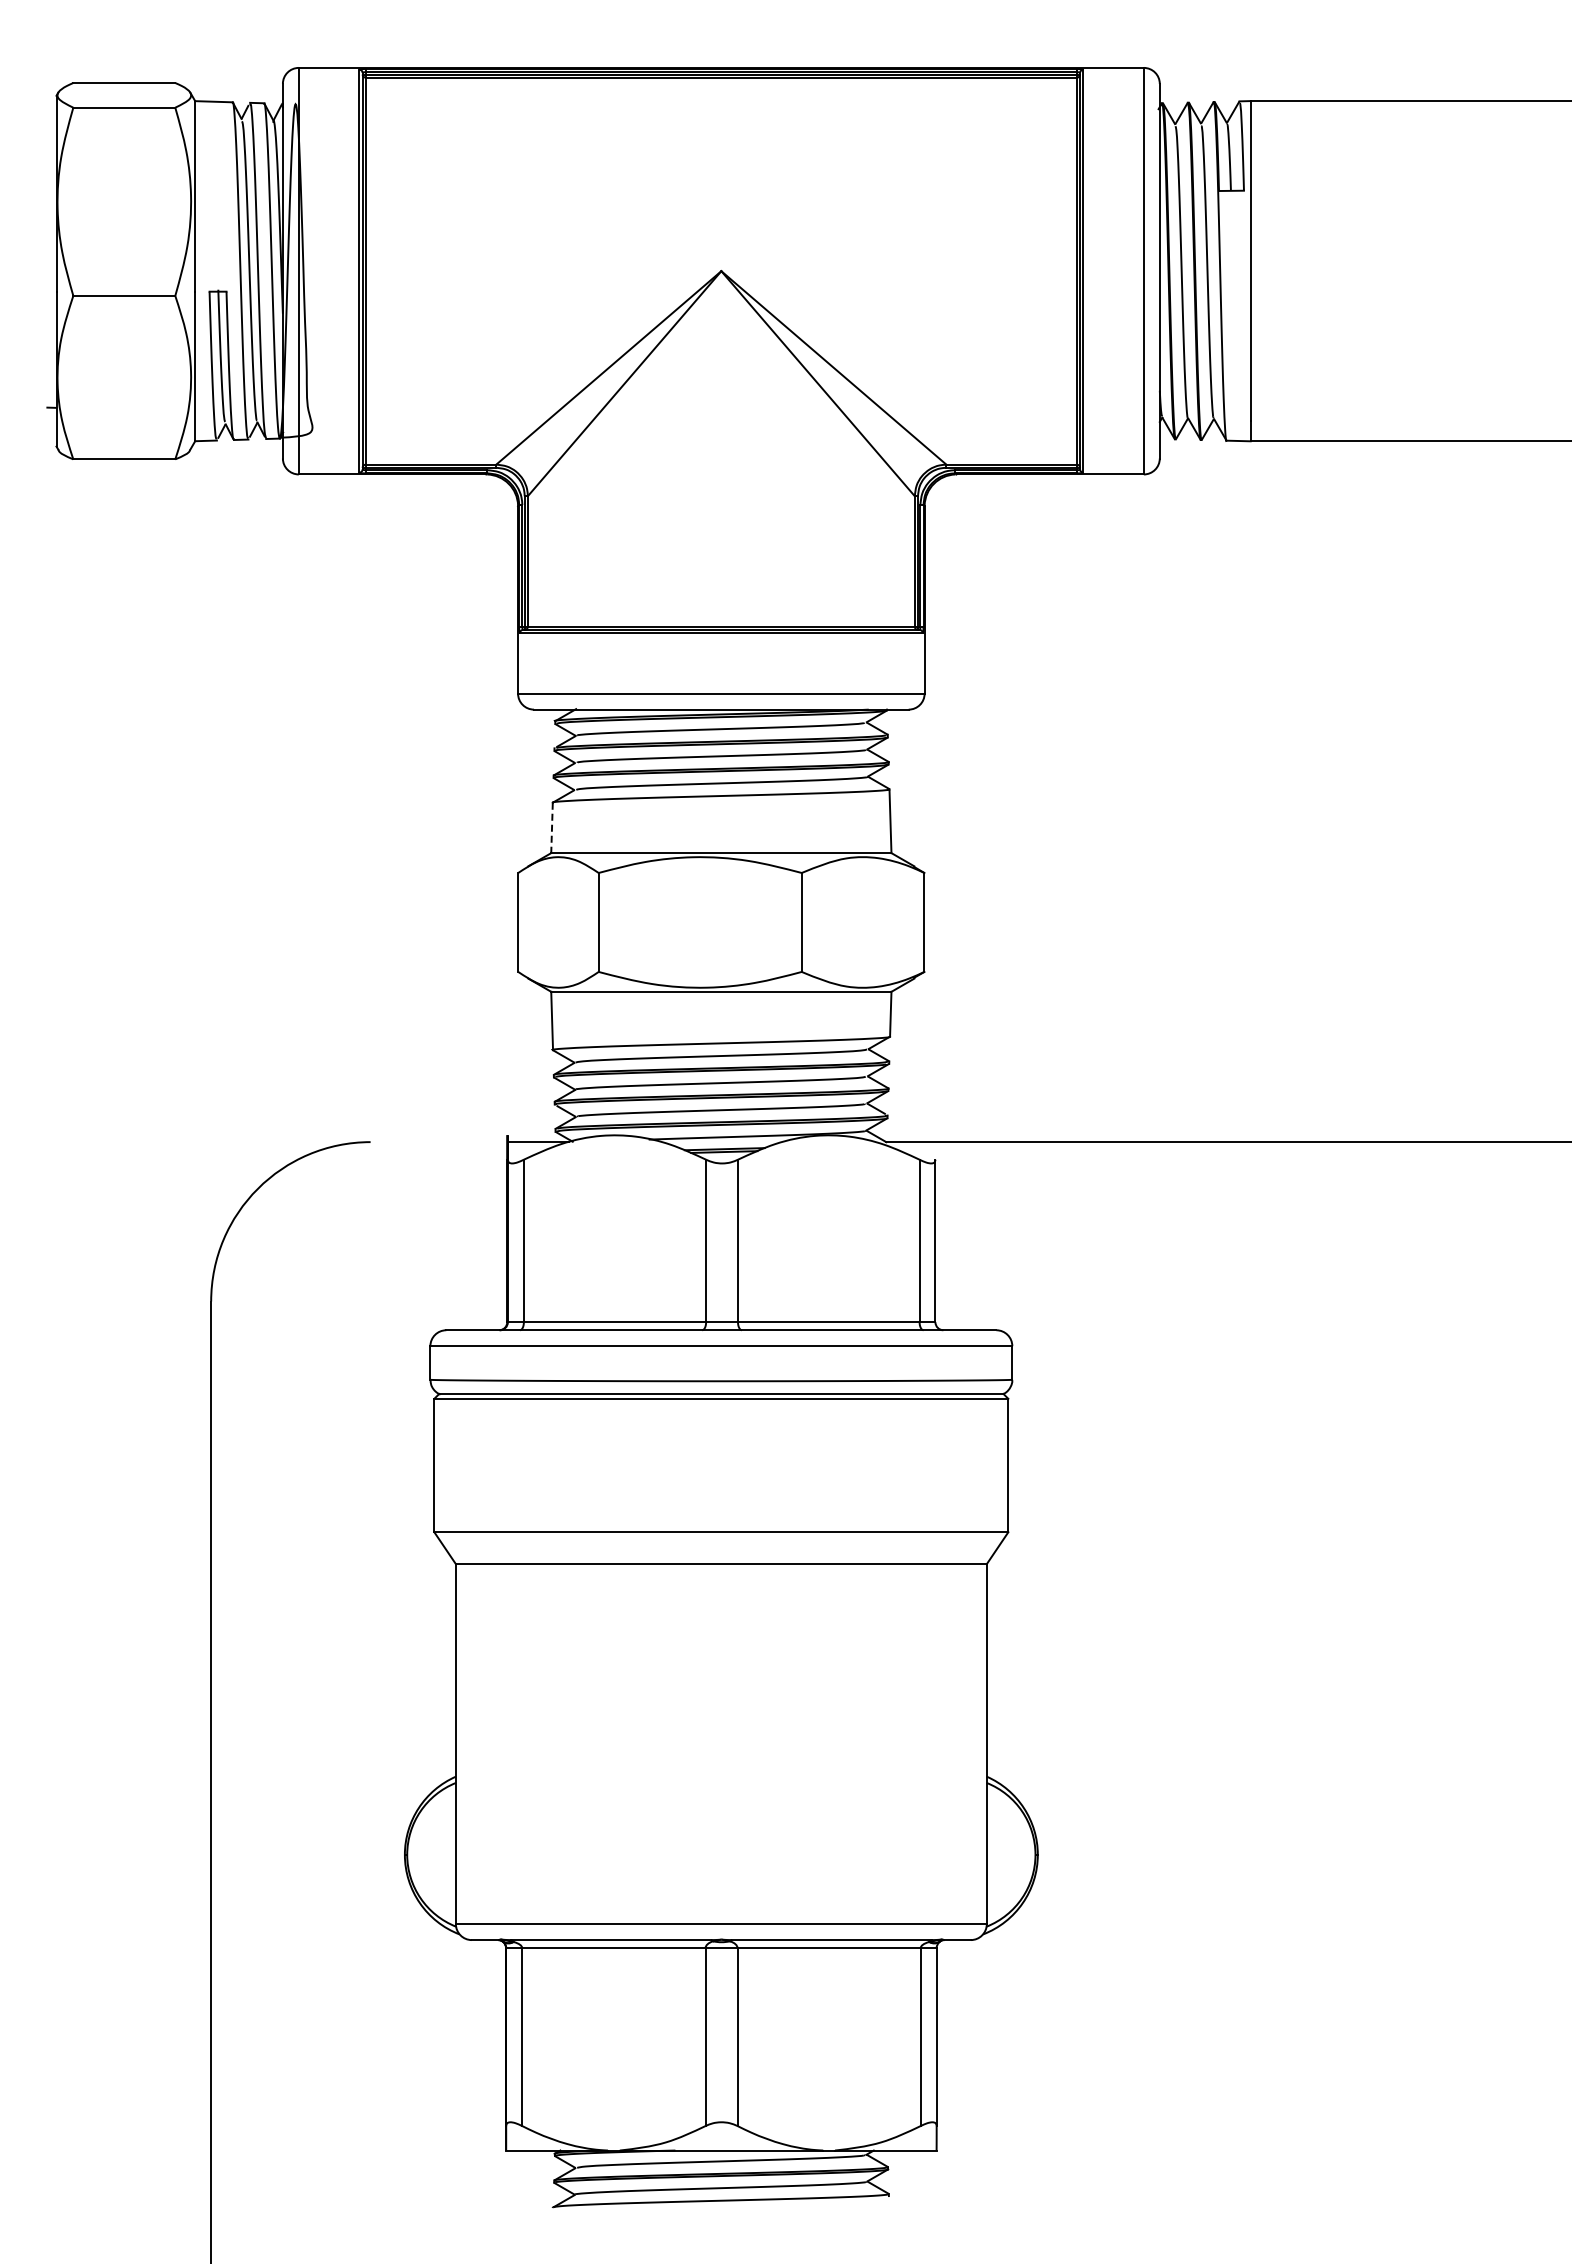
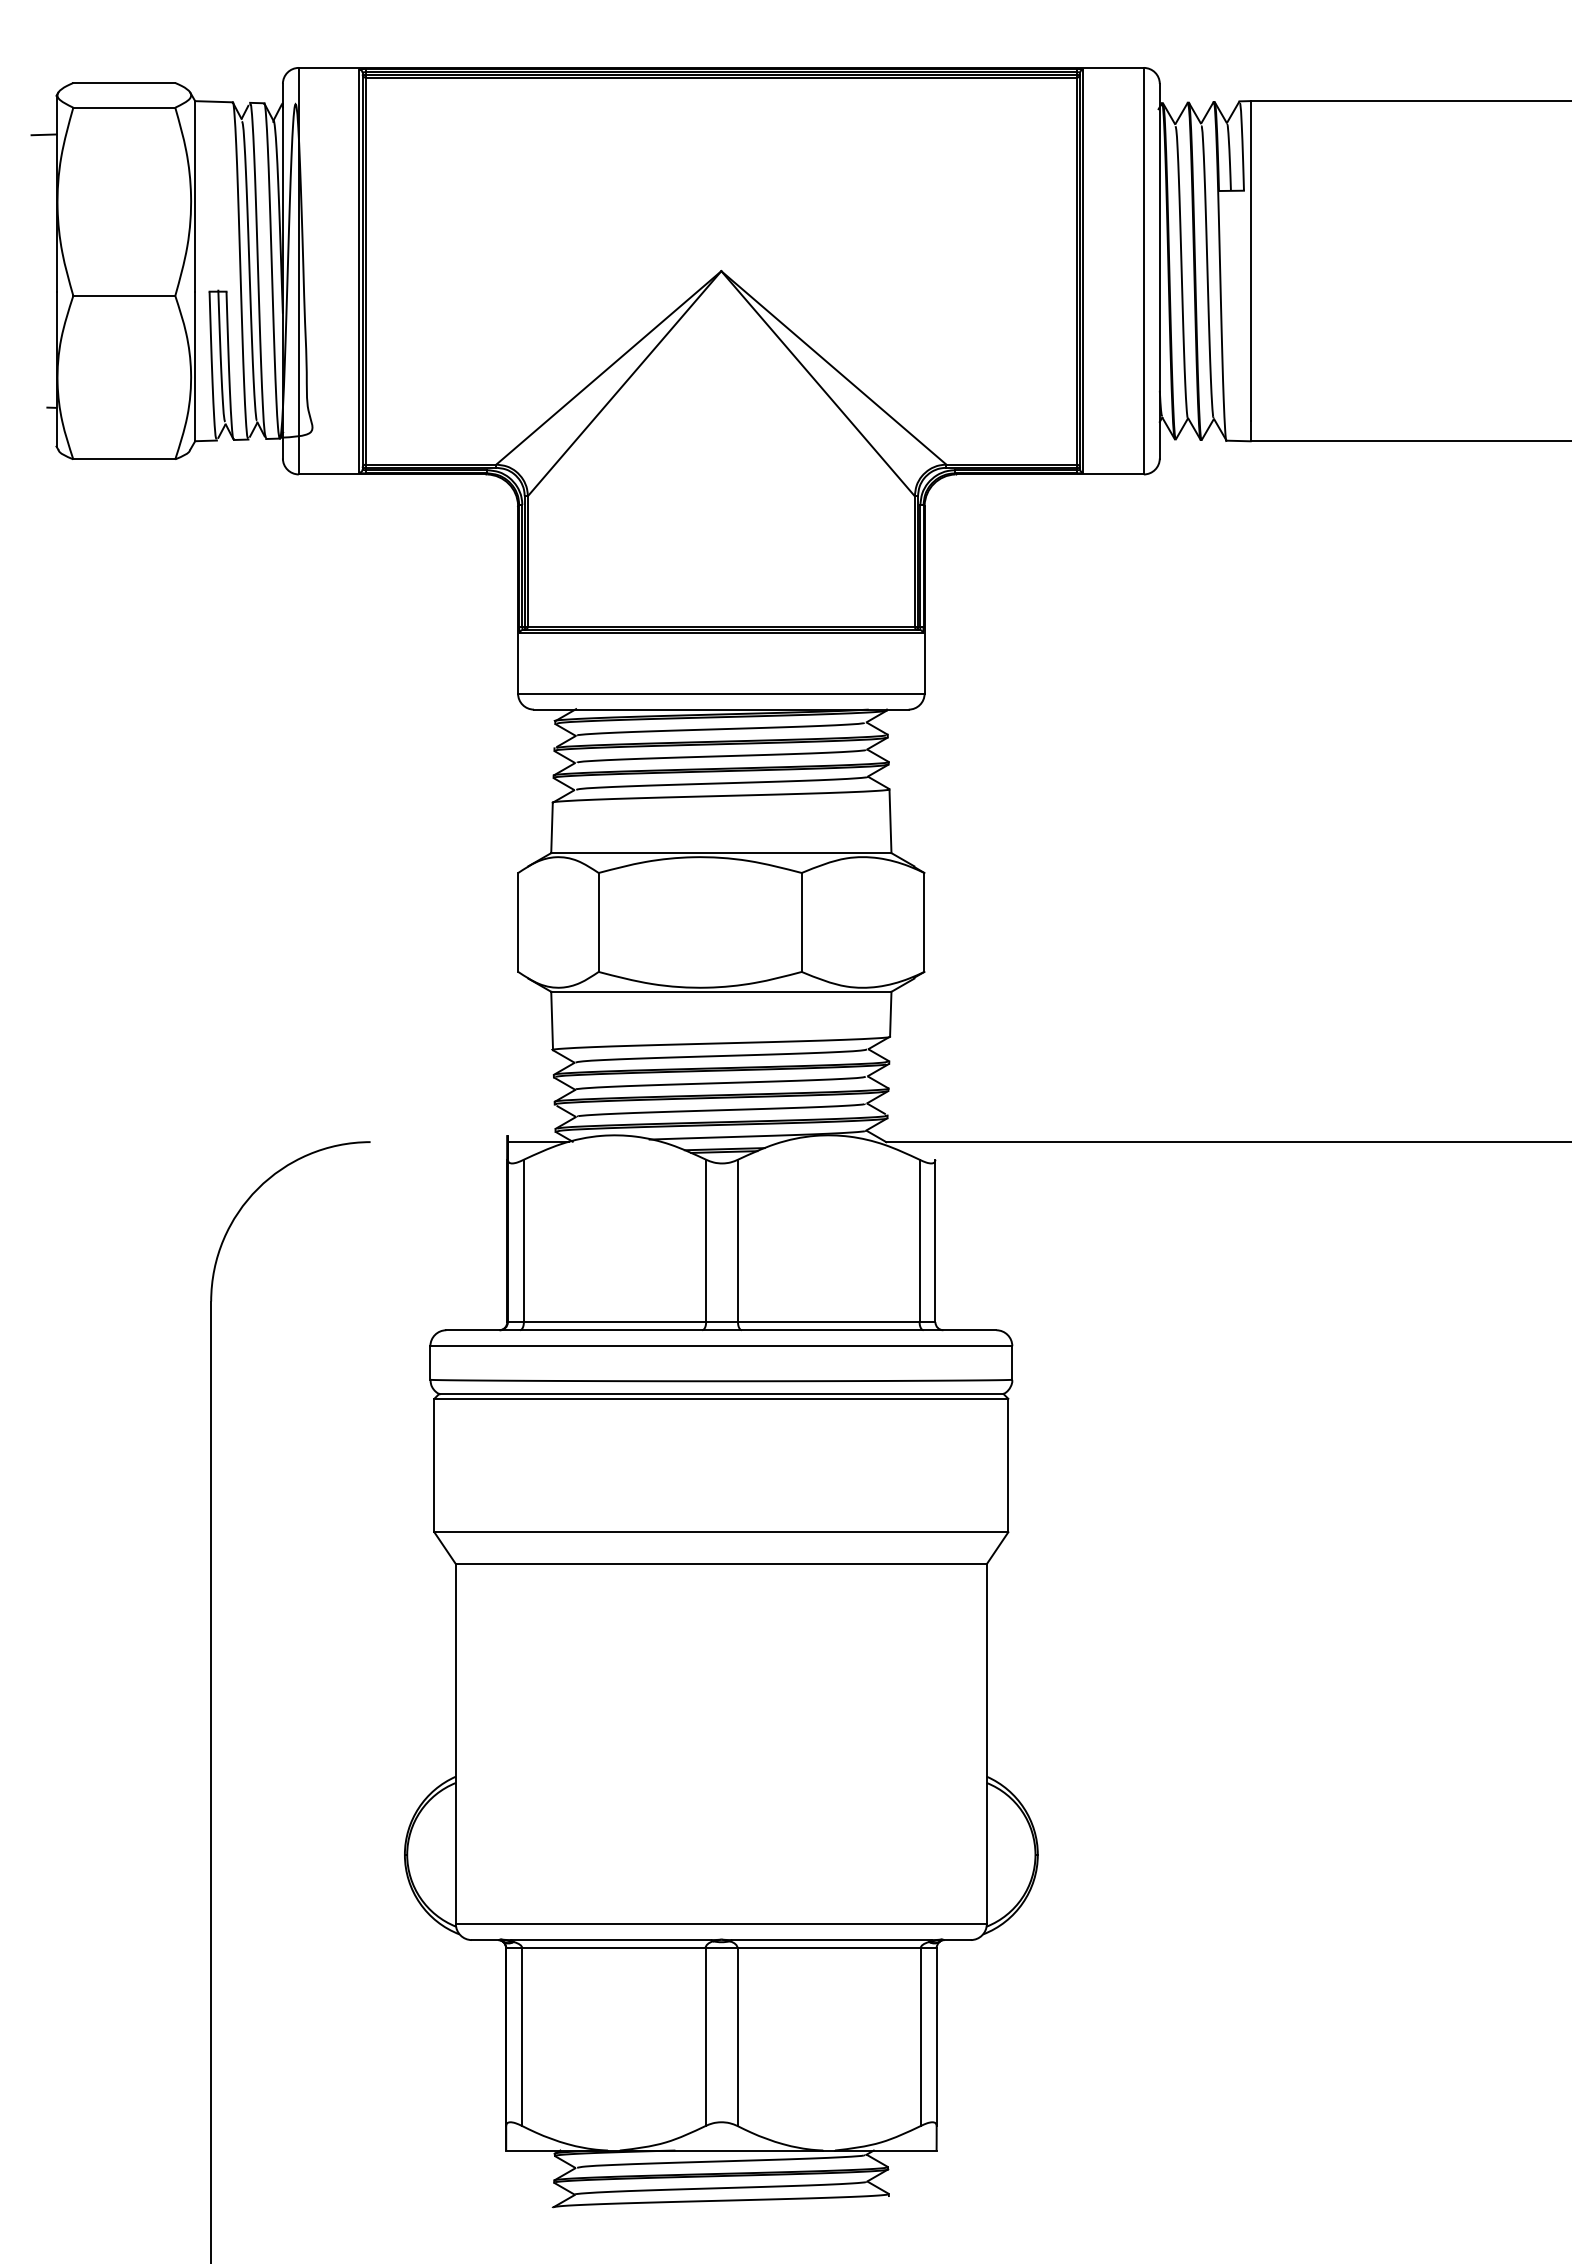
line at (43, 134): none -> present
line at (552, 828): dashed -> solid
